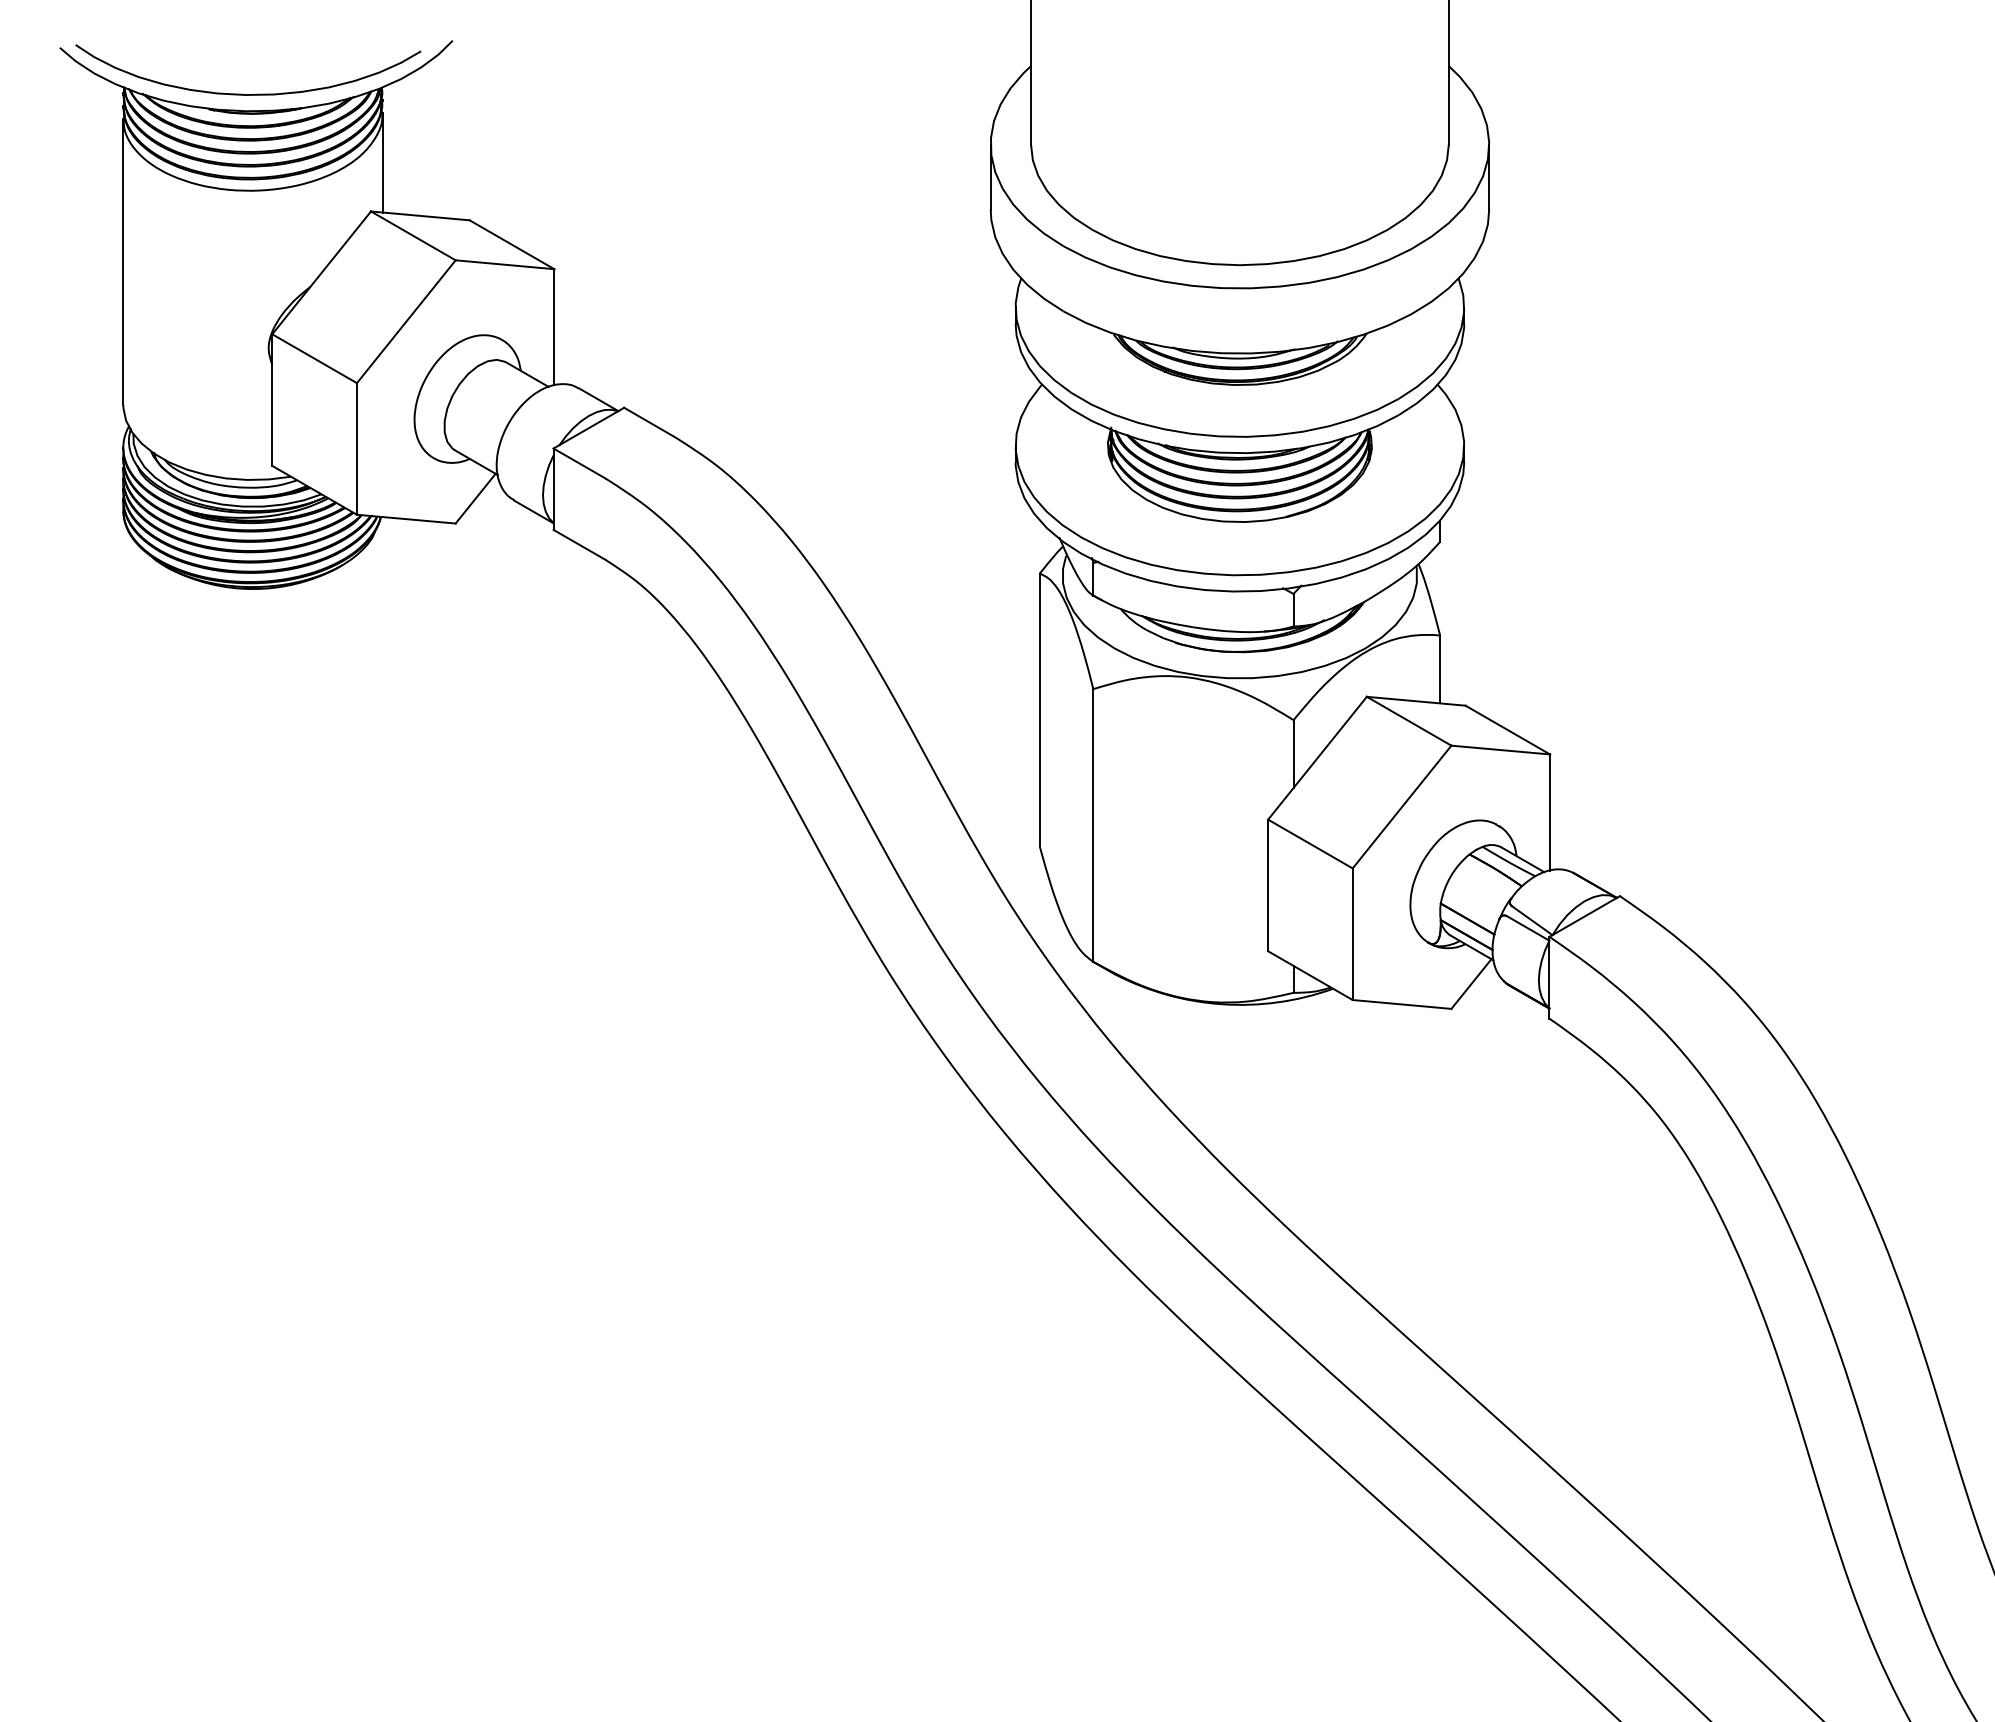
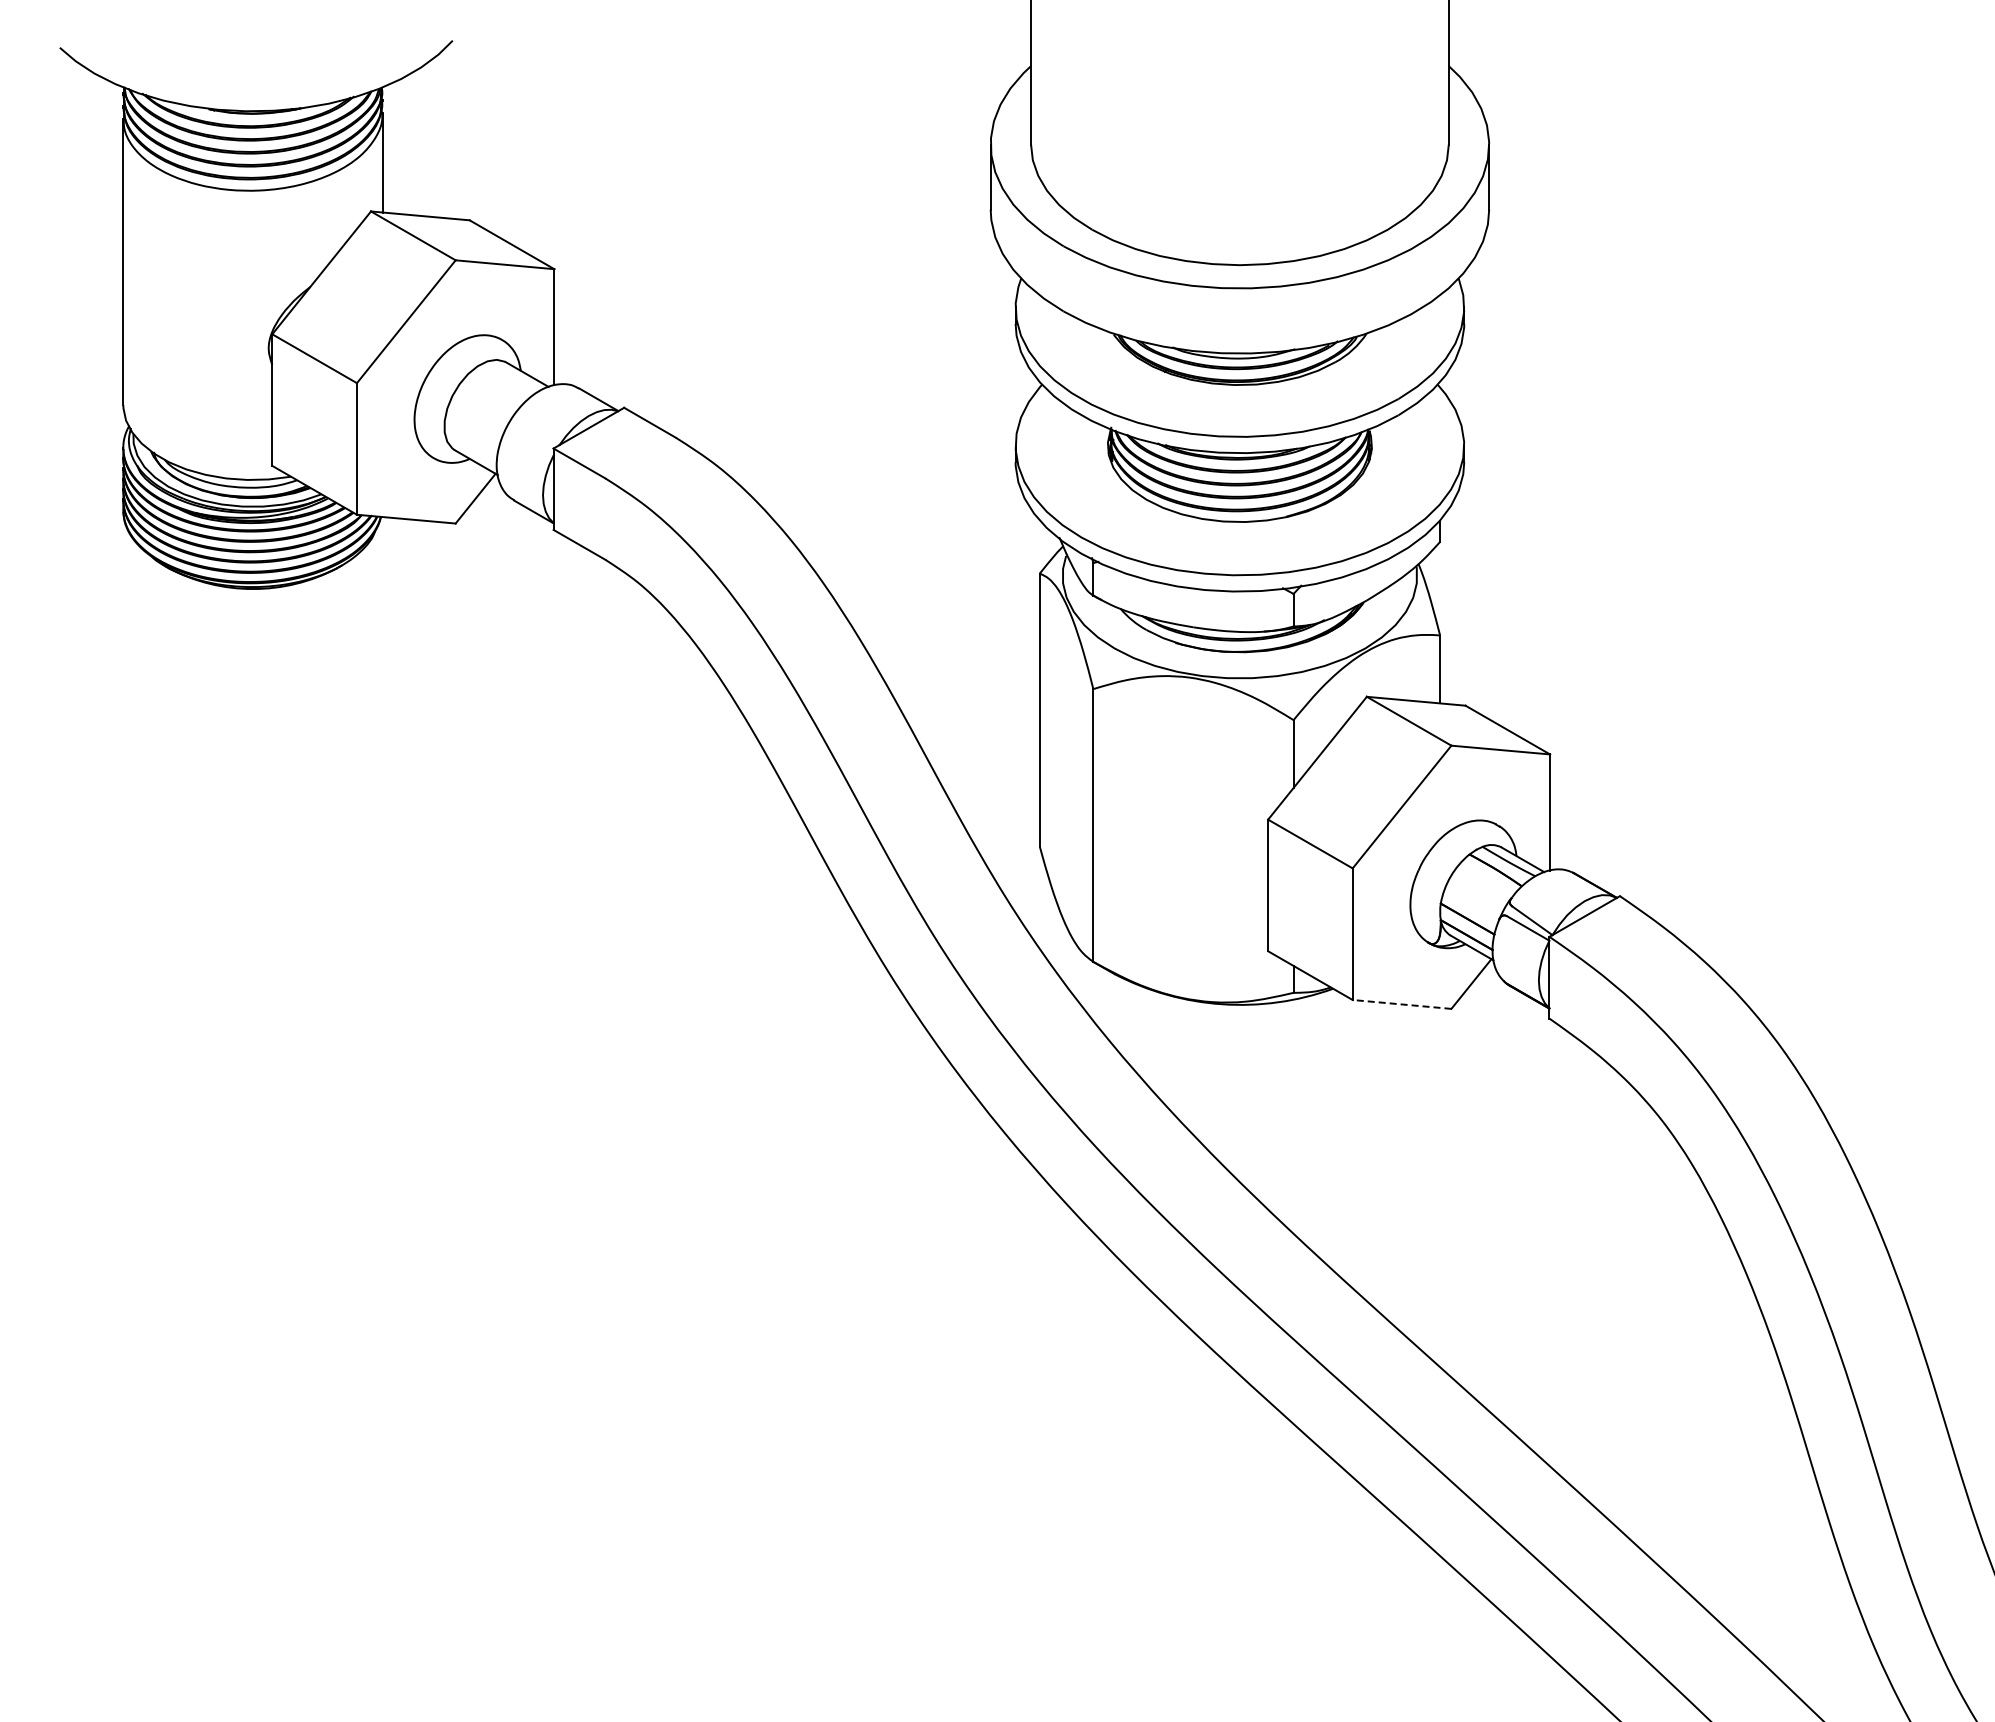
curve at (242, 93): present -> none
line at (1402, 1004): solid -> dashed
